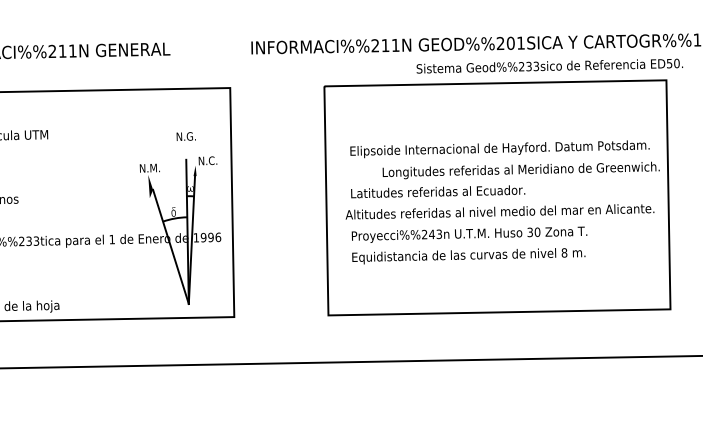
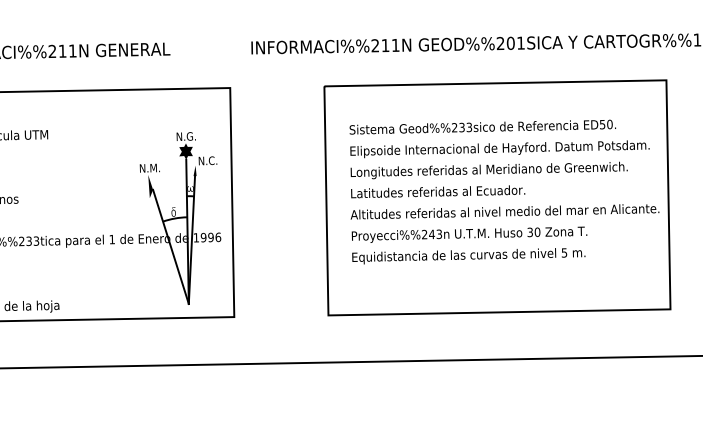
text at (549, 65) position: (549, 65) -> (482, 126)
fill at (185, 151): none -> present
text at (520, 170) position: (520, 170) -> (488, 170)
text at (499, 211) position: (499, 211) -> (504, 211)
text at (564, 252): 8 -> 5
